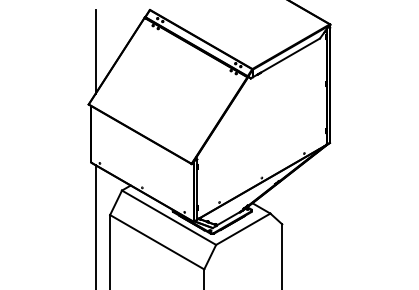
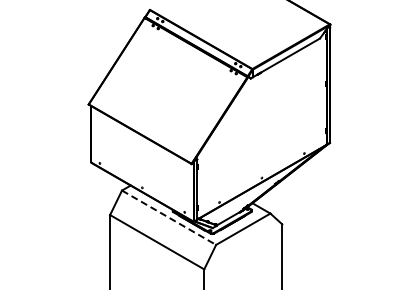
line at (95, 51): present -> none
line at (169, 218): solid -> dashed
line at (95, 225): present -> none
